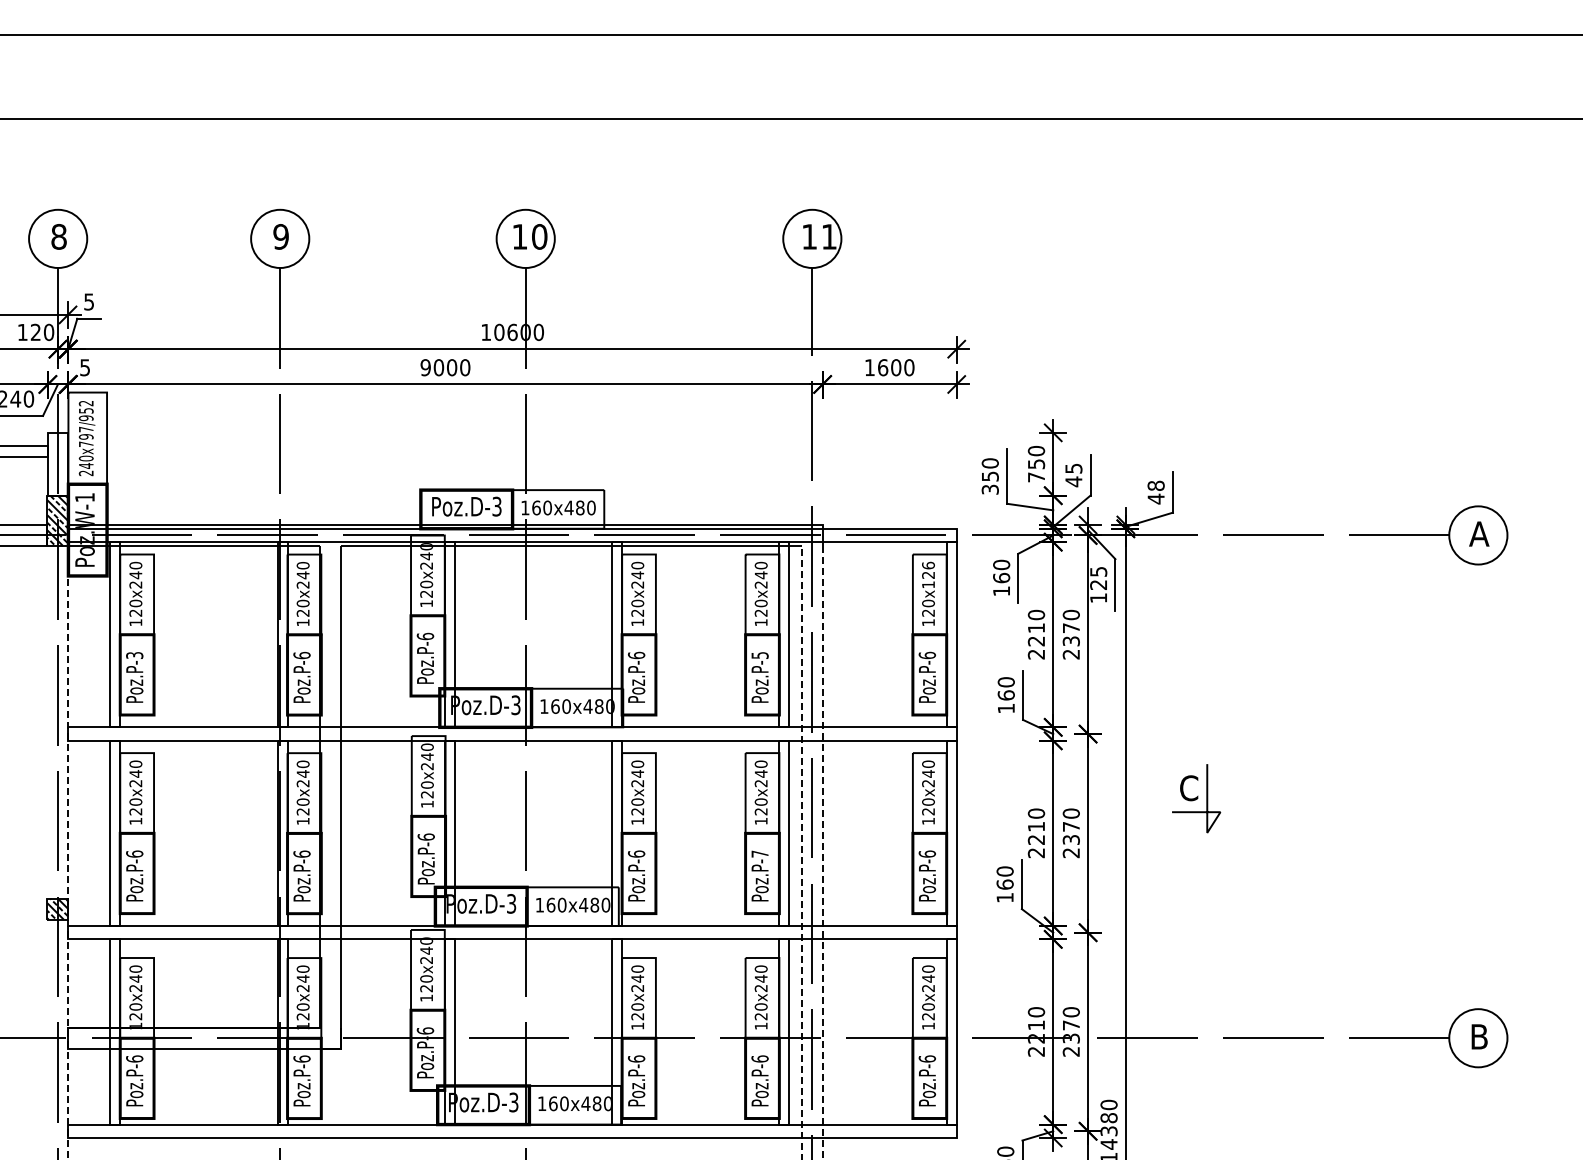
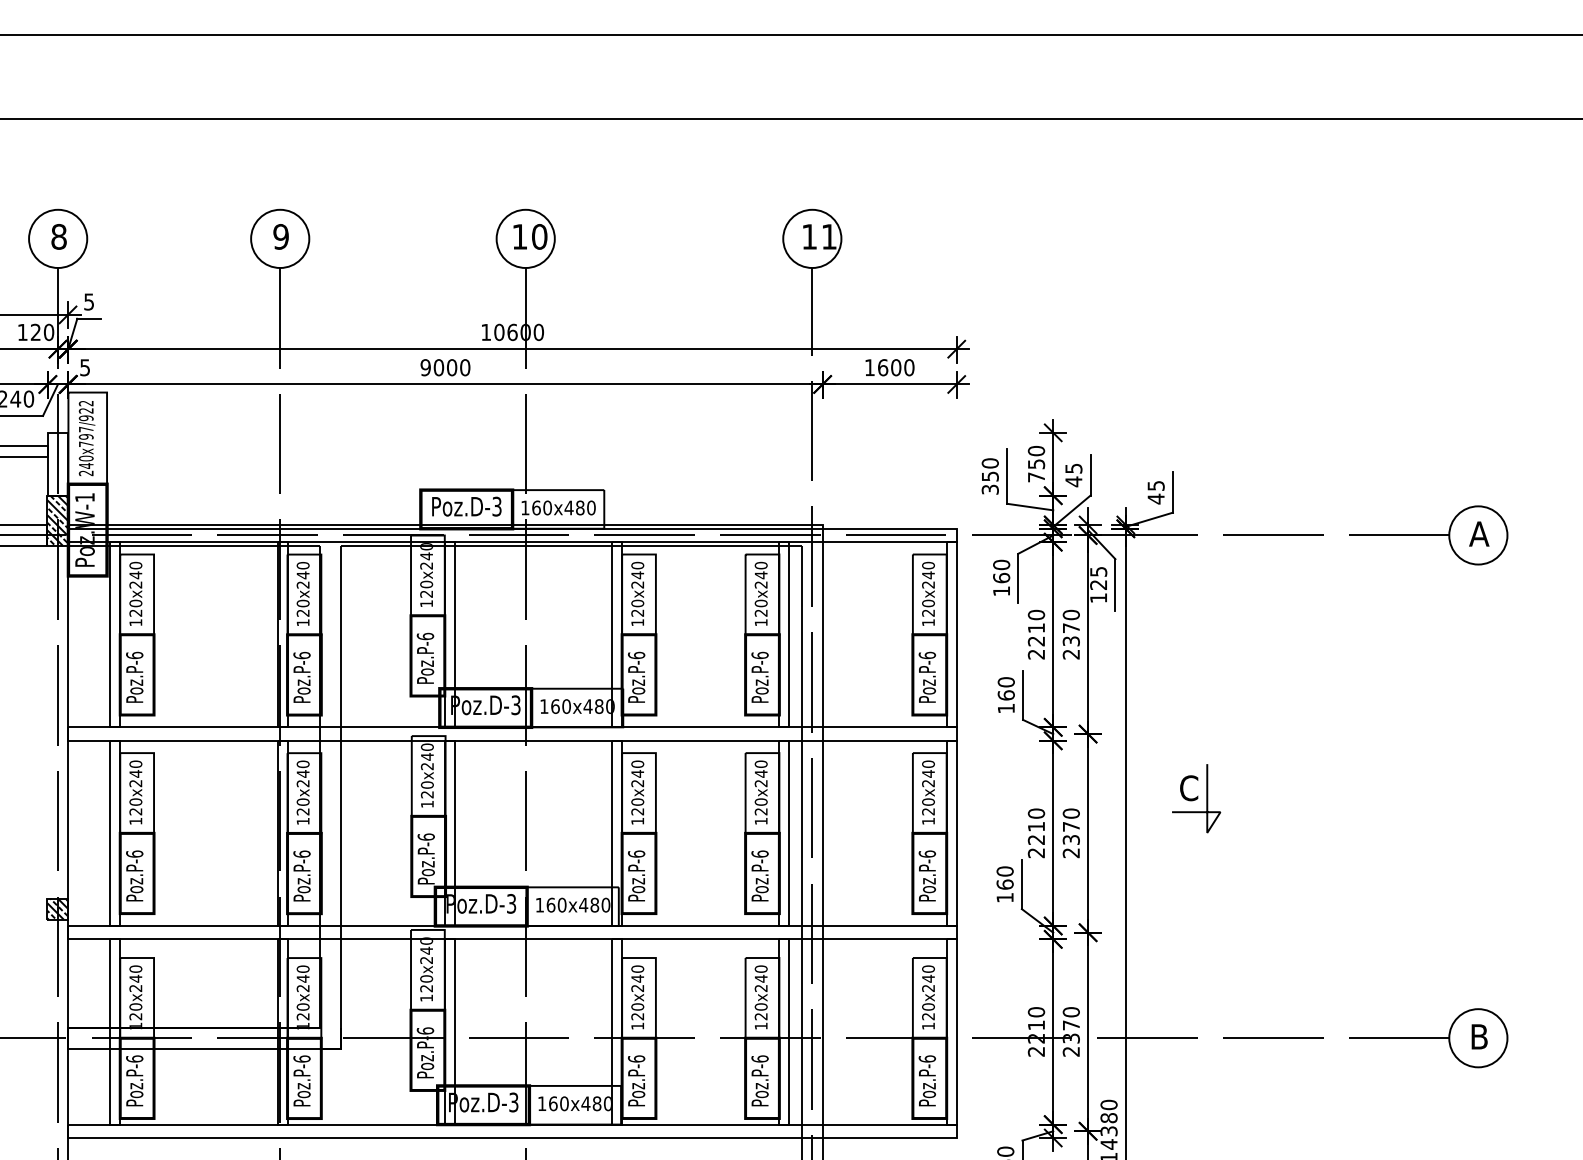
text at (85, 410): 240x797/952 -> 240x797/922
text at (1155, 485): 48 -> 45
text at (928, 574): 120x126 -> 120x240
text at (134, 655): Poz.P-3 -> Poz.P-6
text at (759, 655): Poz.P-5 -> Poz.P-6
line at (68, 852): dashed -> solid
line at (801, 852): dashed -> solid
line at (822, 852): dashed -> solid
text at (759, 853): Poz.P-7 -> Poz.P-6
